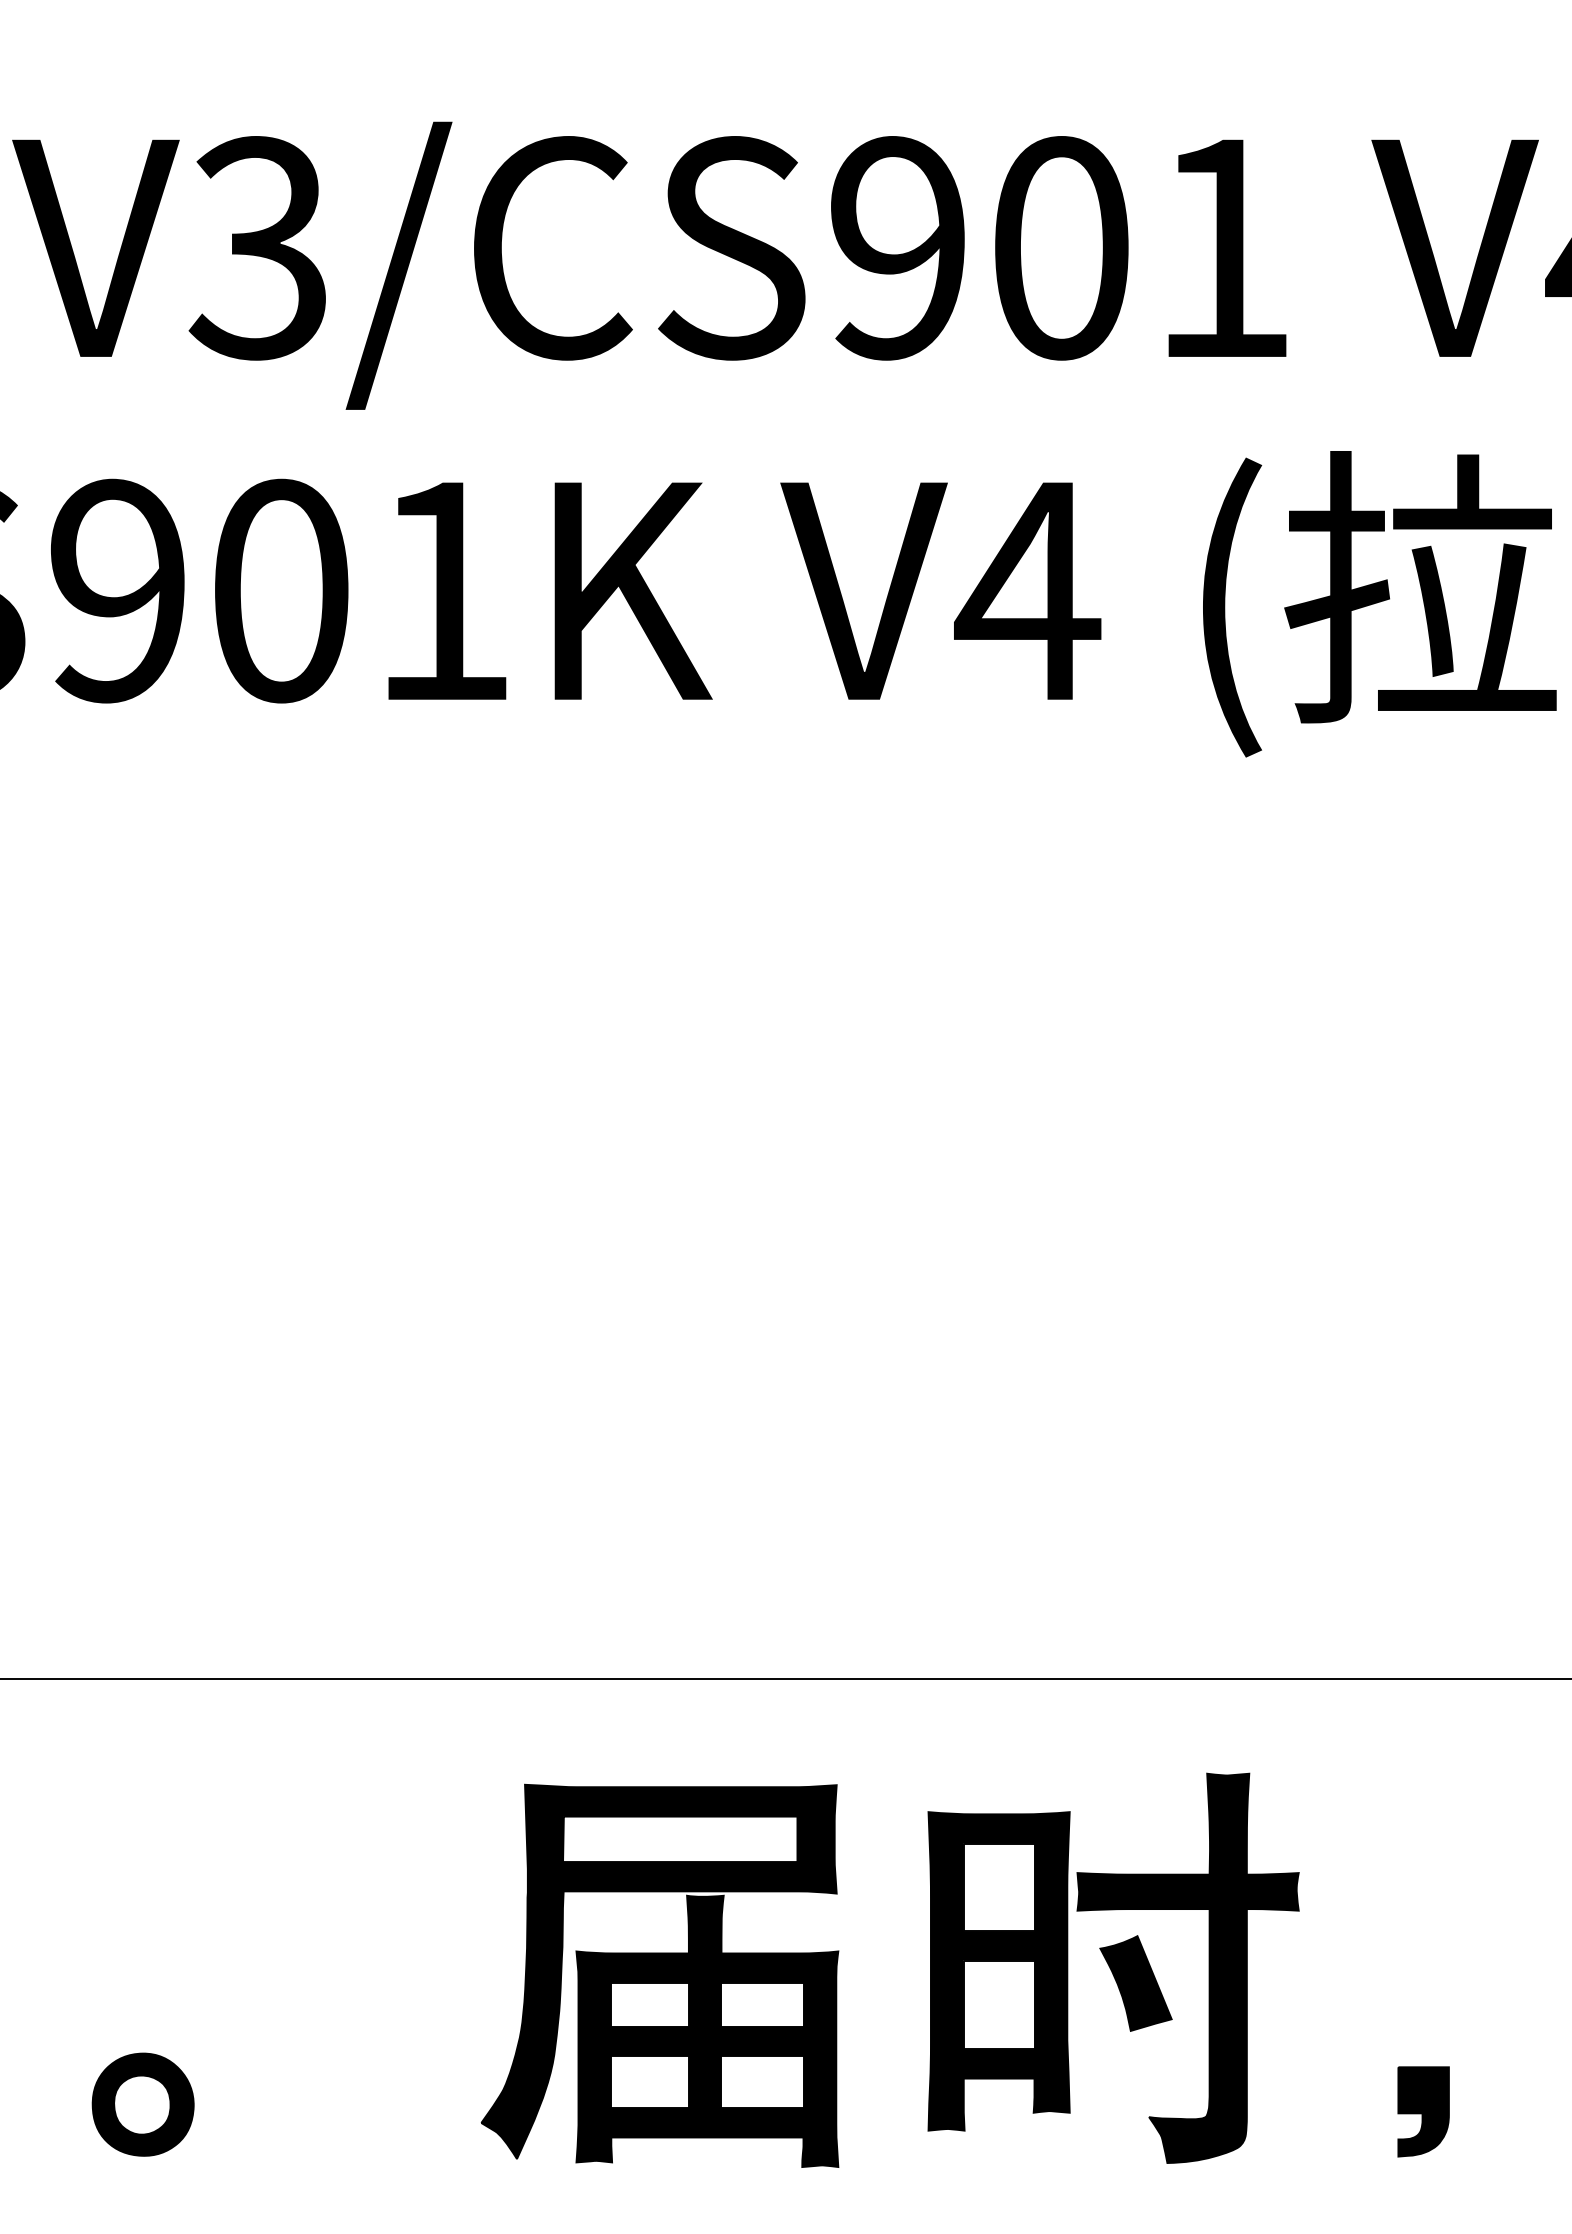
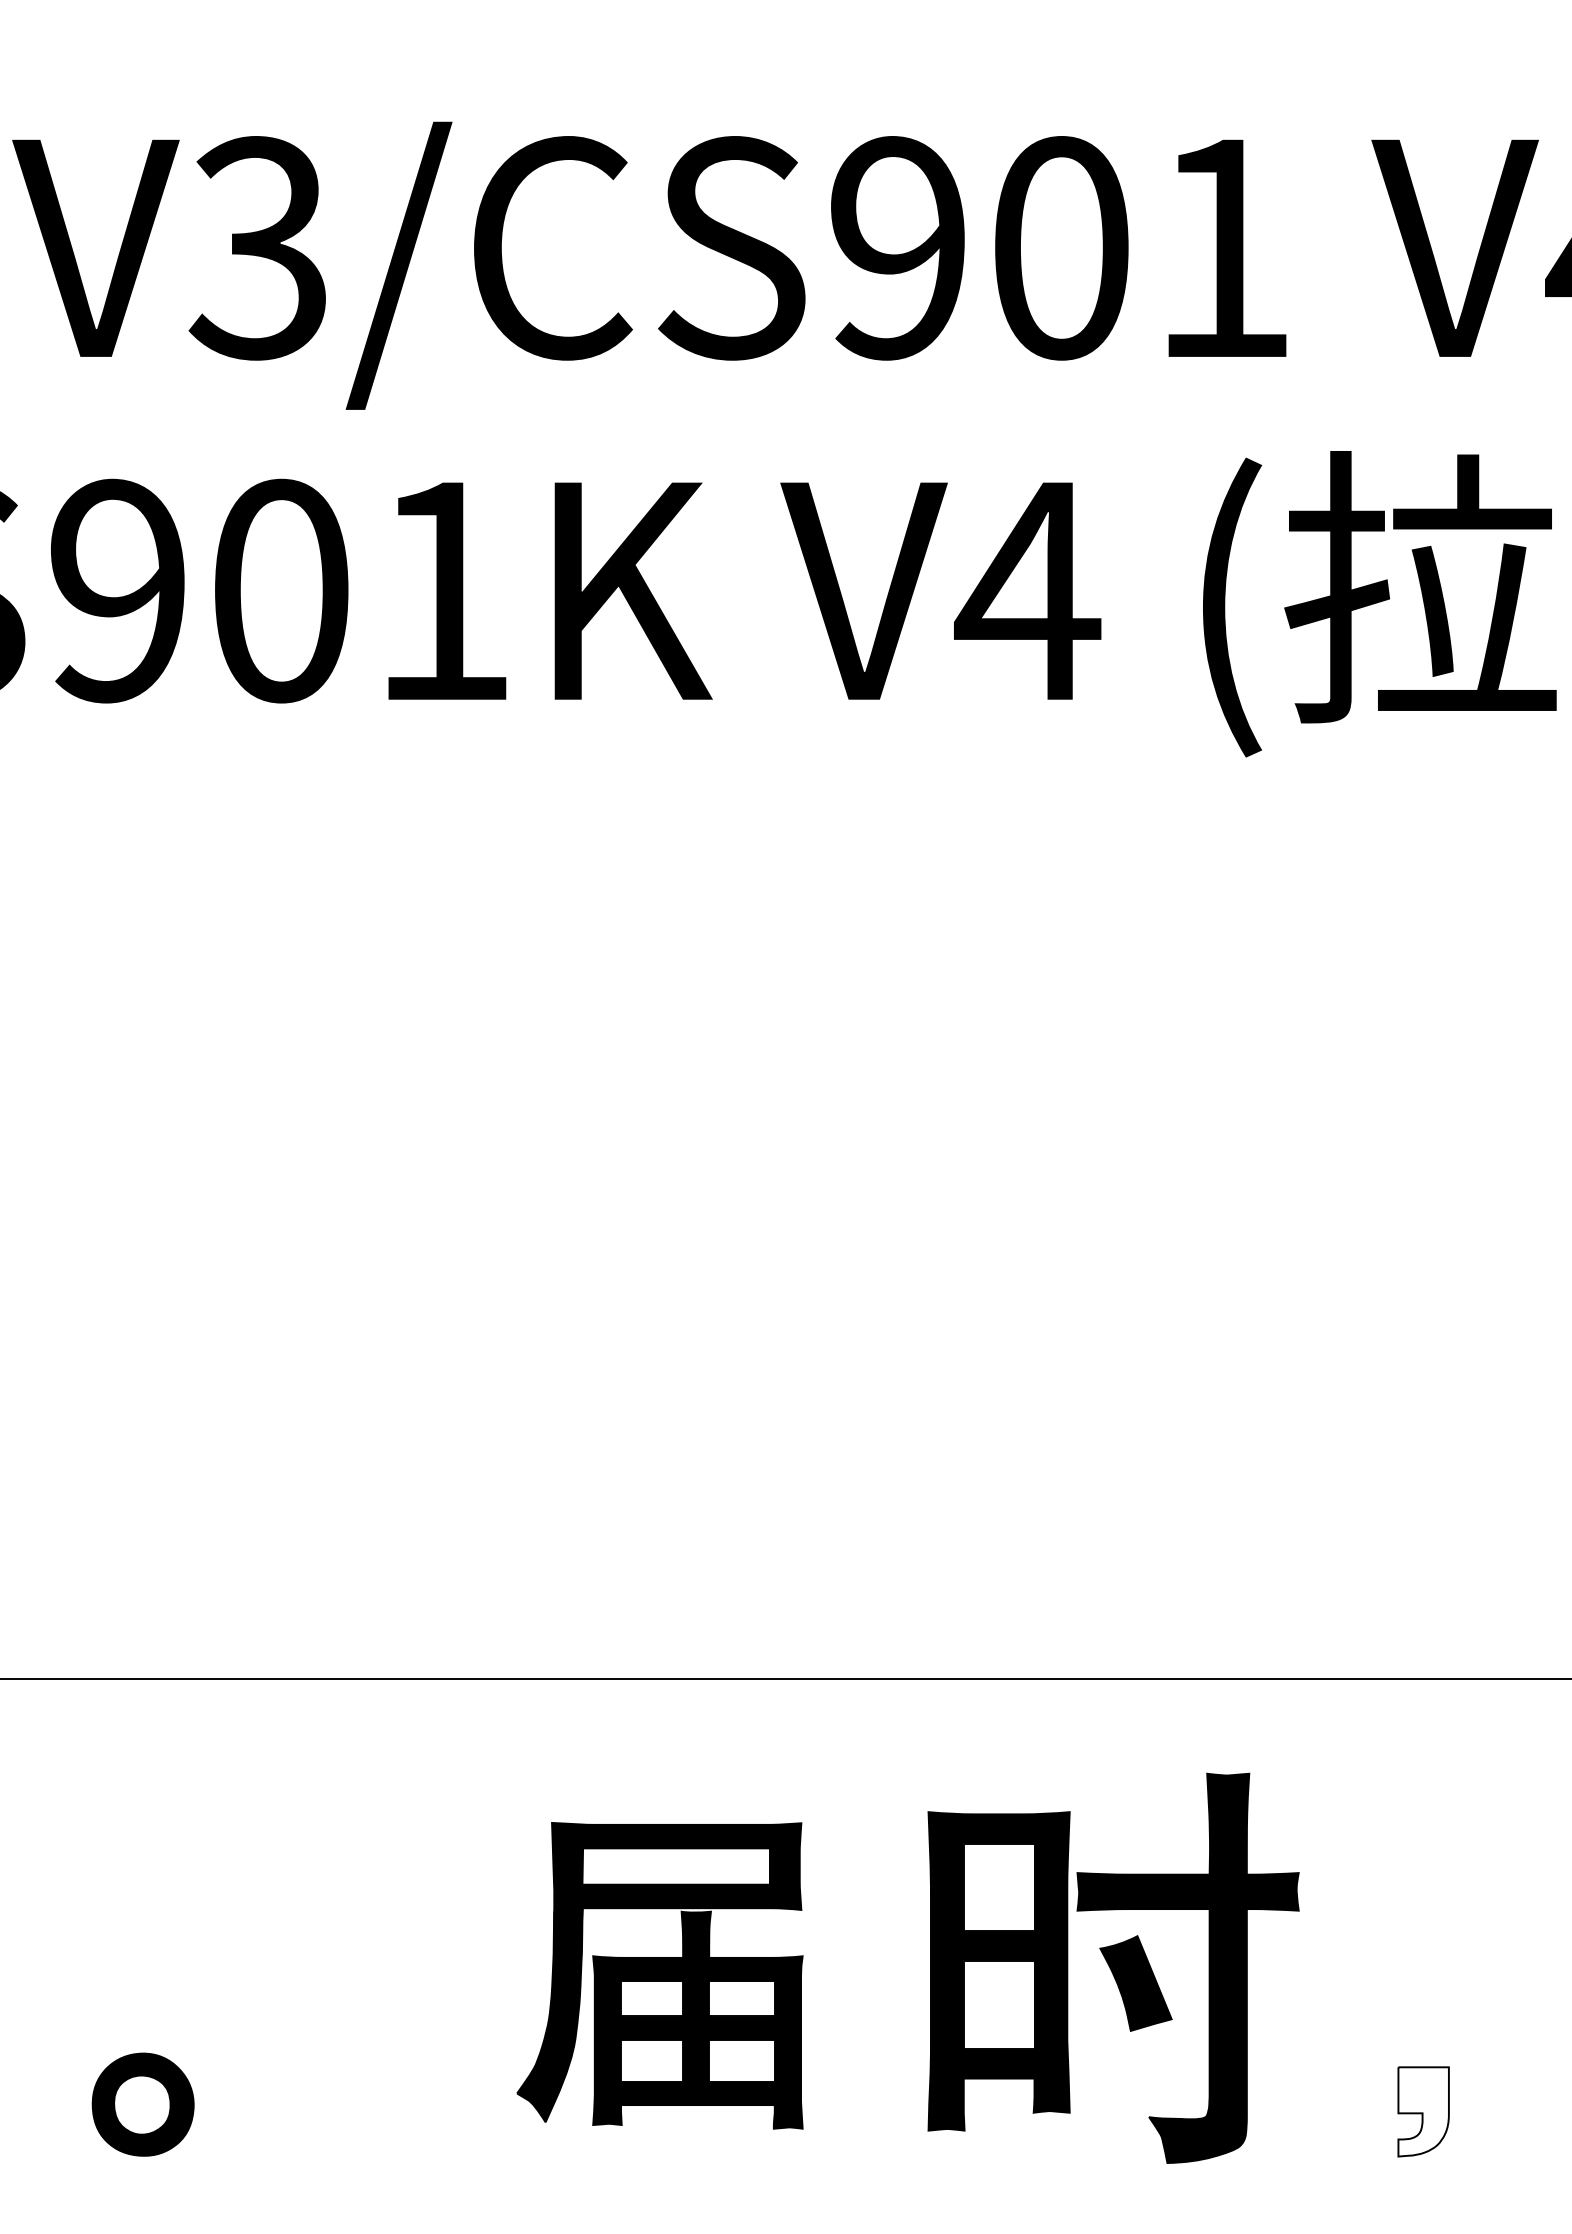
part at (659, 1975) size: 360x385 px -> 288x308 px
fill at (1423, 2111): present -> none
